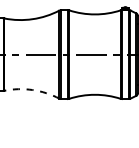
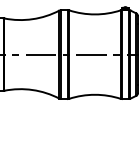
arc at (32, 90): dashed -> solid
